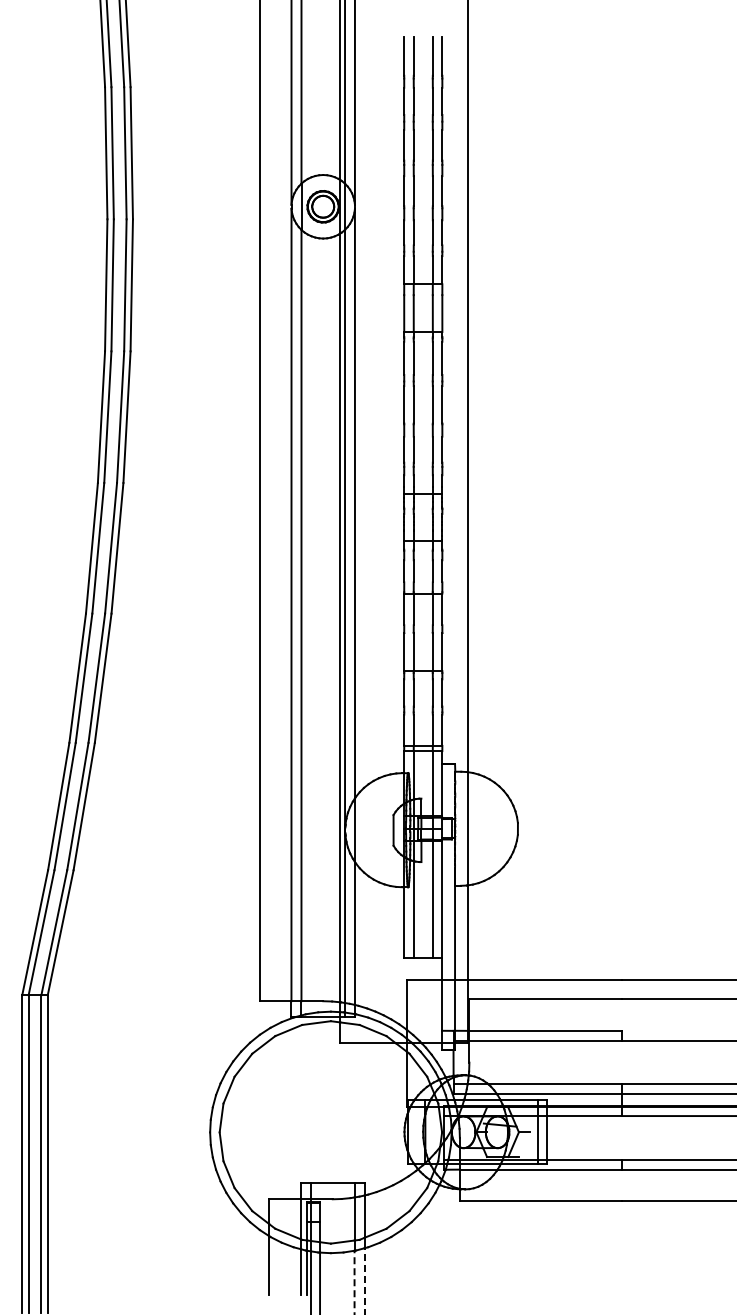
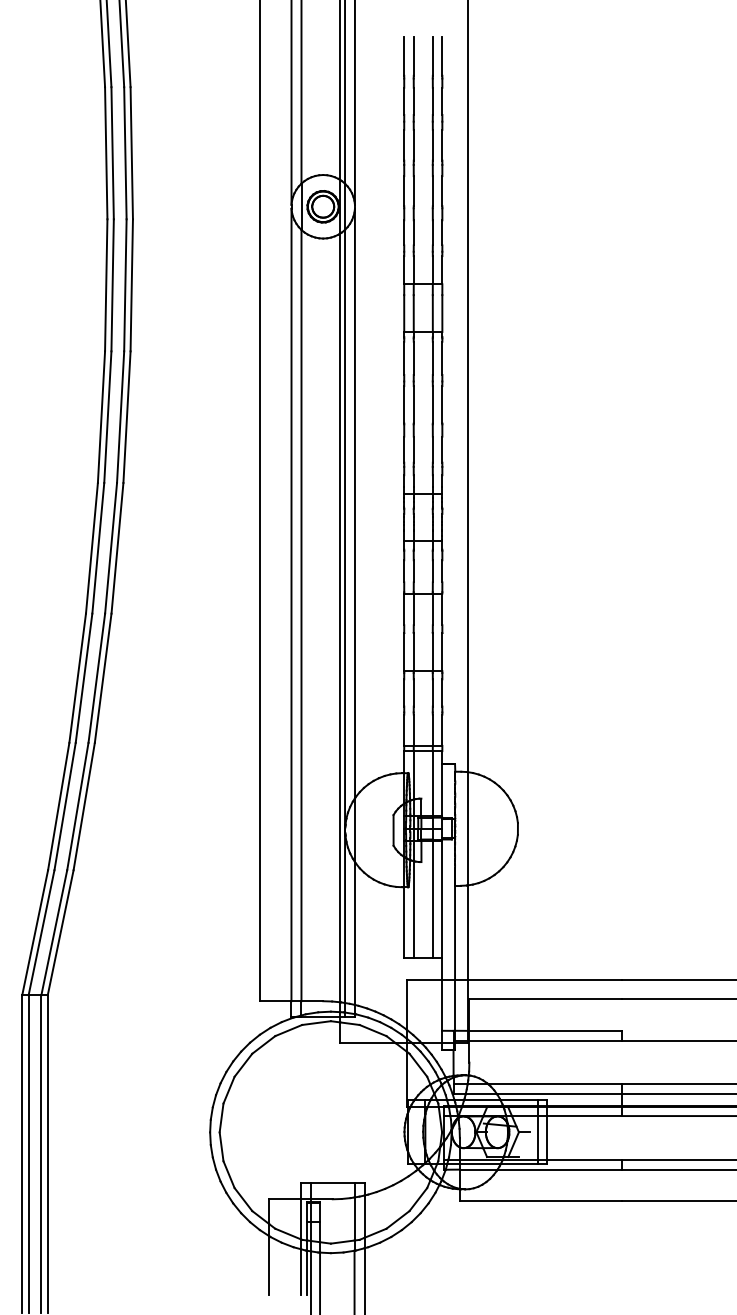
line at (364, 1281): dashed -> solid
line at (354, 1282): dashed -> solid
